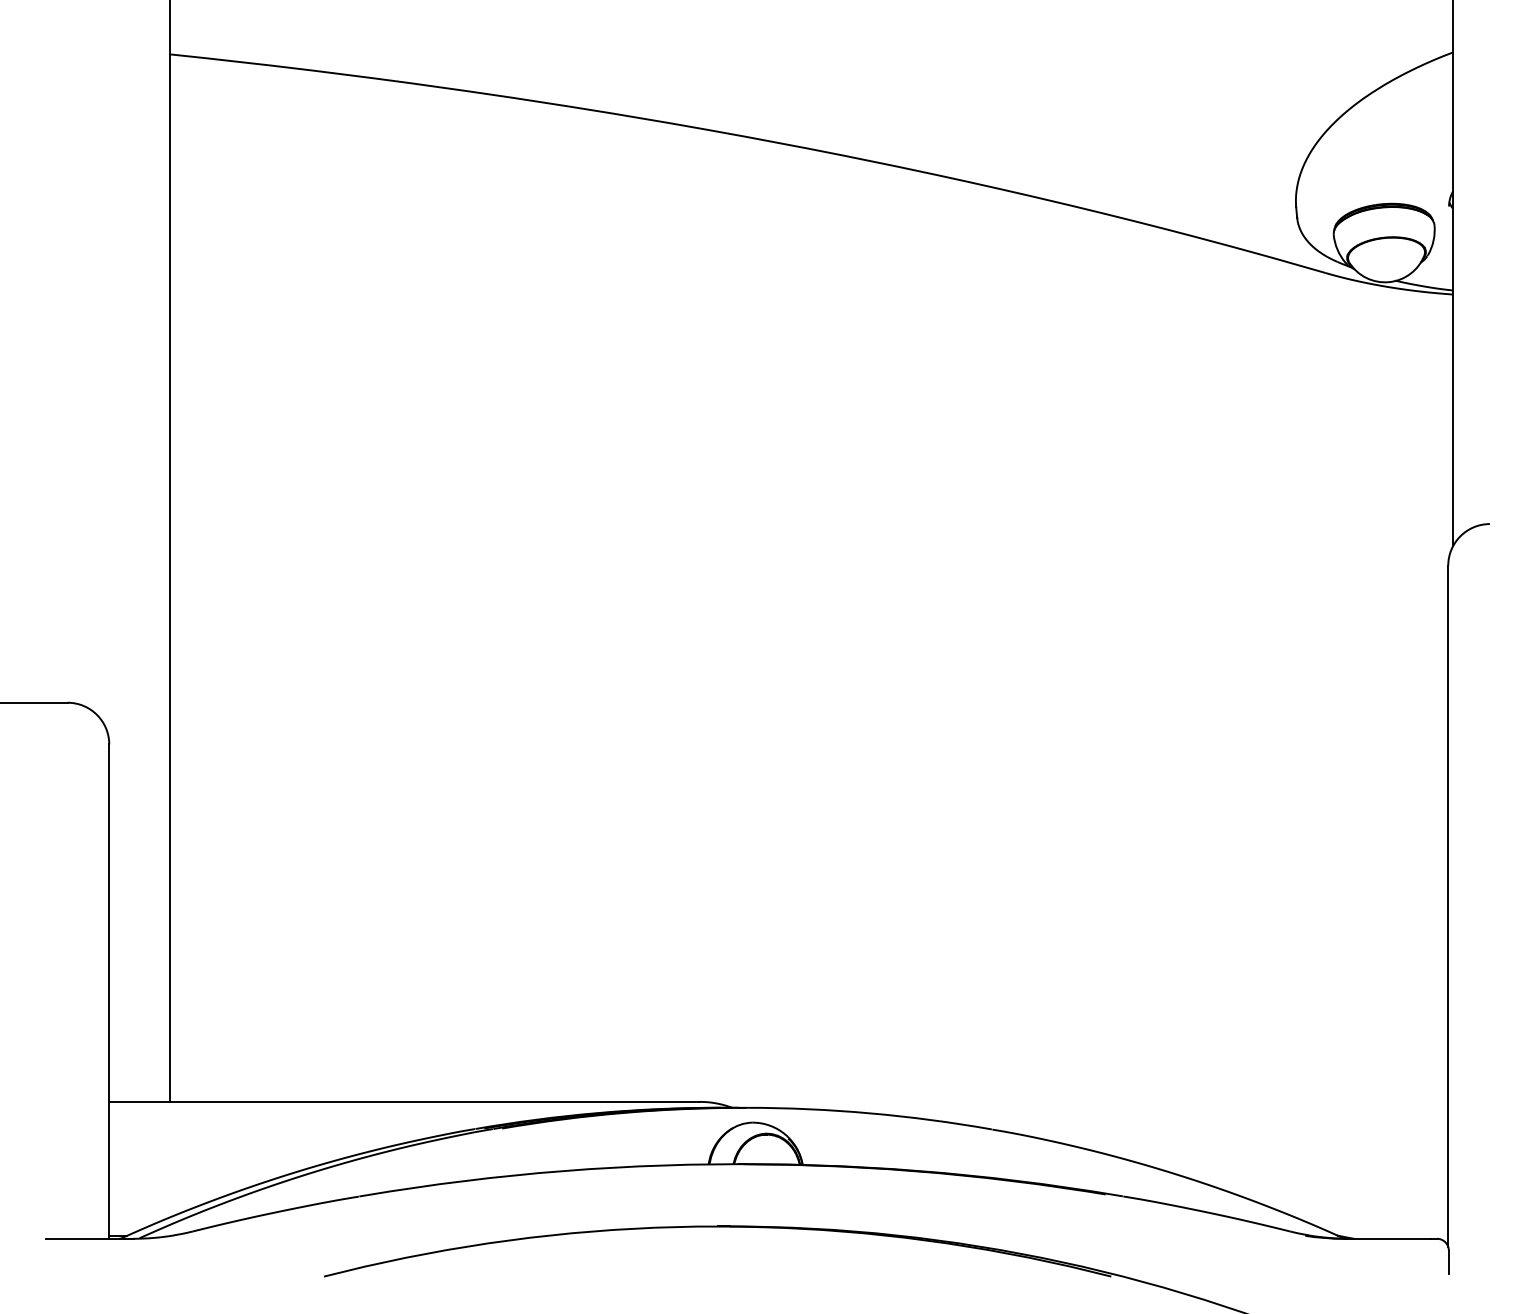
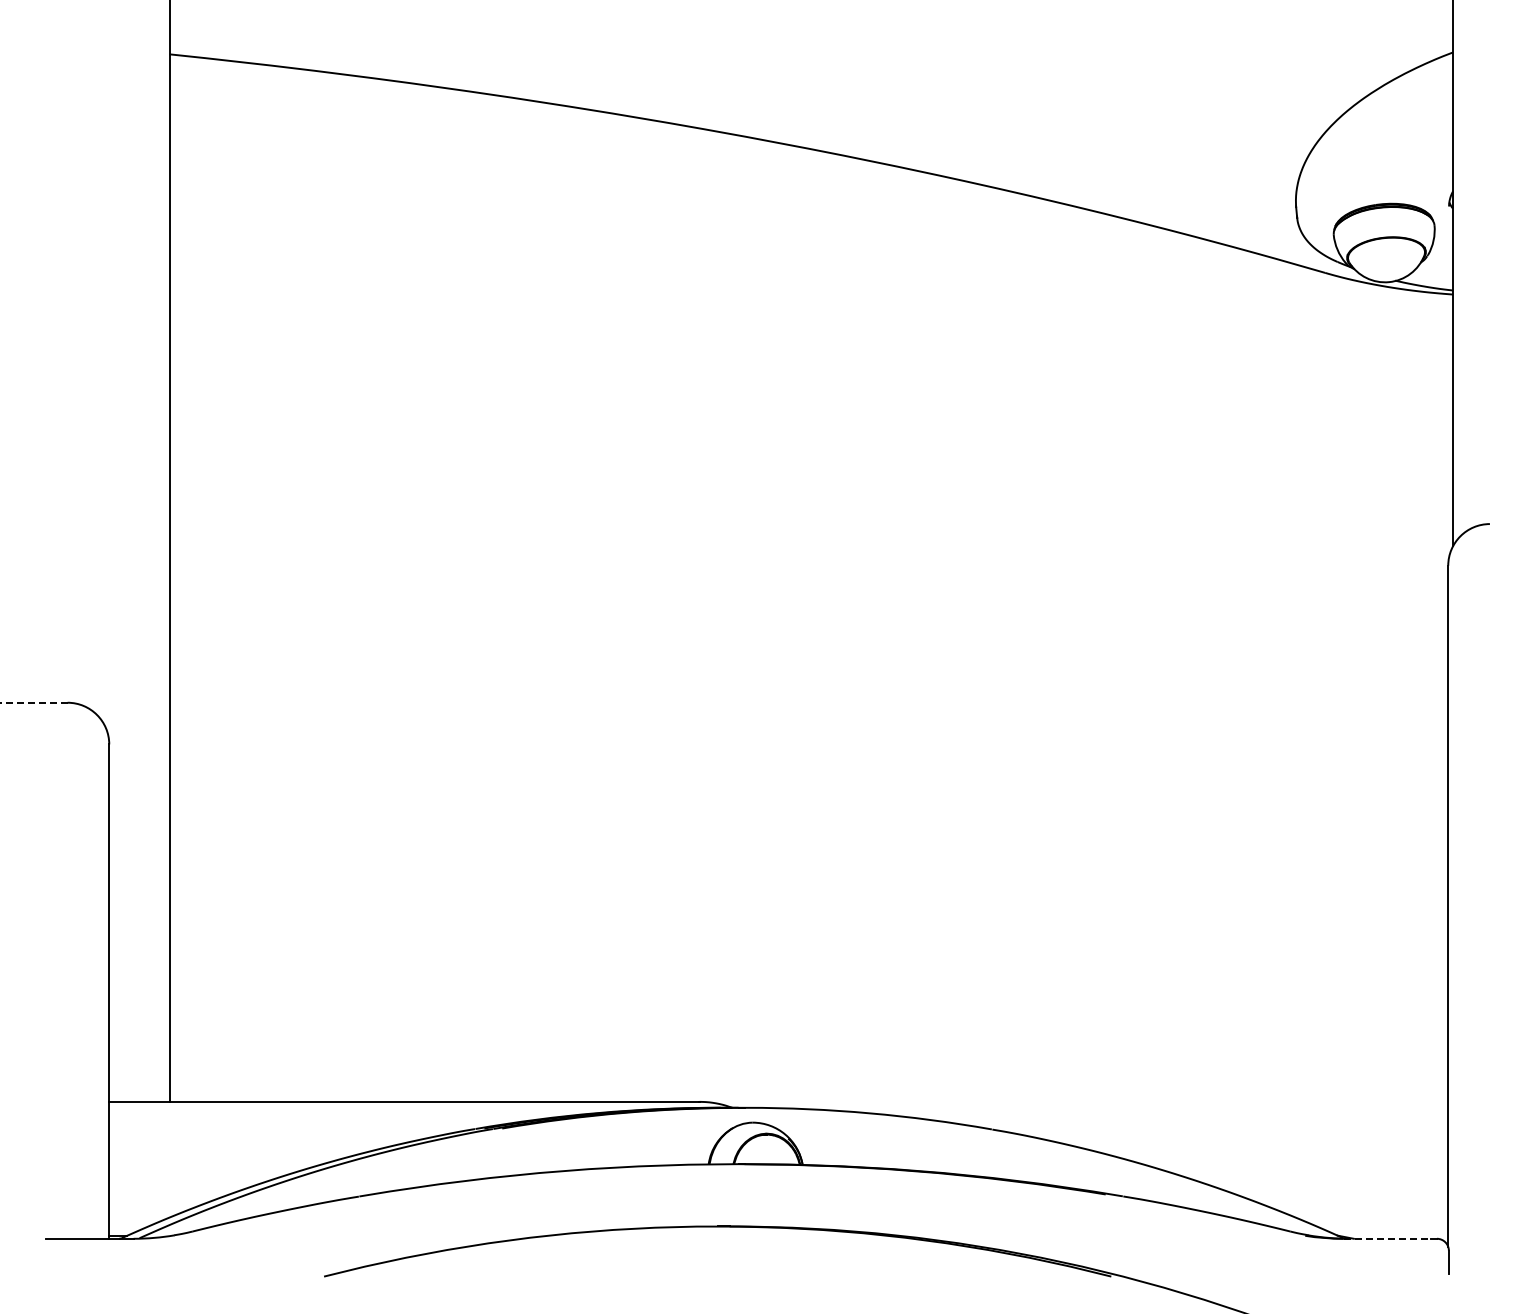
line at (33, 702): solid -> dashed
line at (1387, 1238): solid -> dashed
